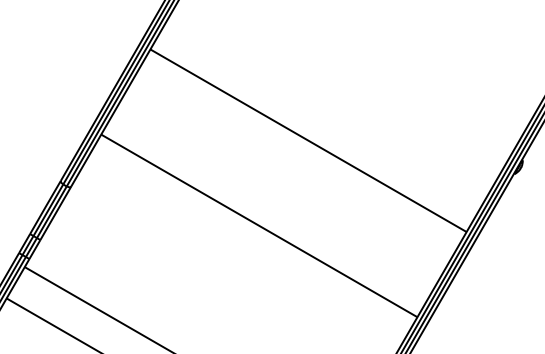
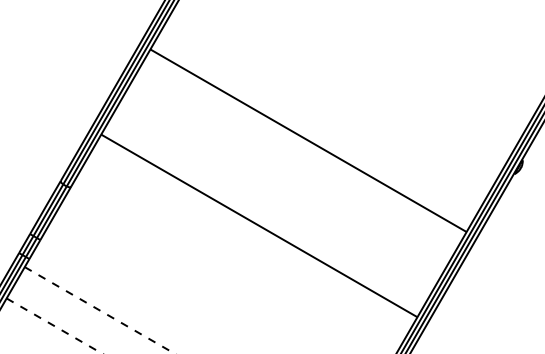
line at (99, 310): solid -> dashed
line at (55, 326): solid -> dashed
